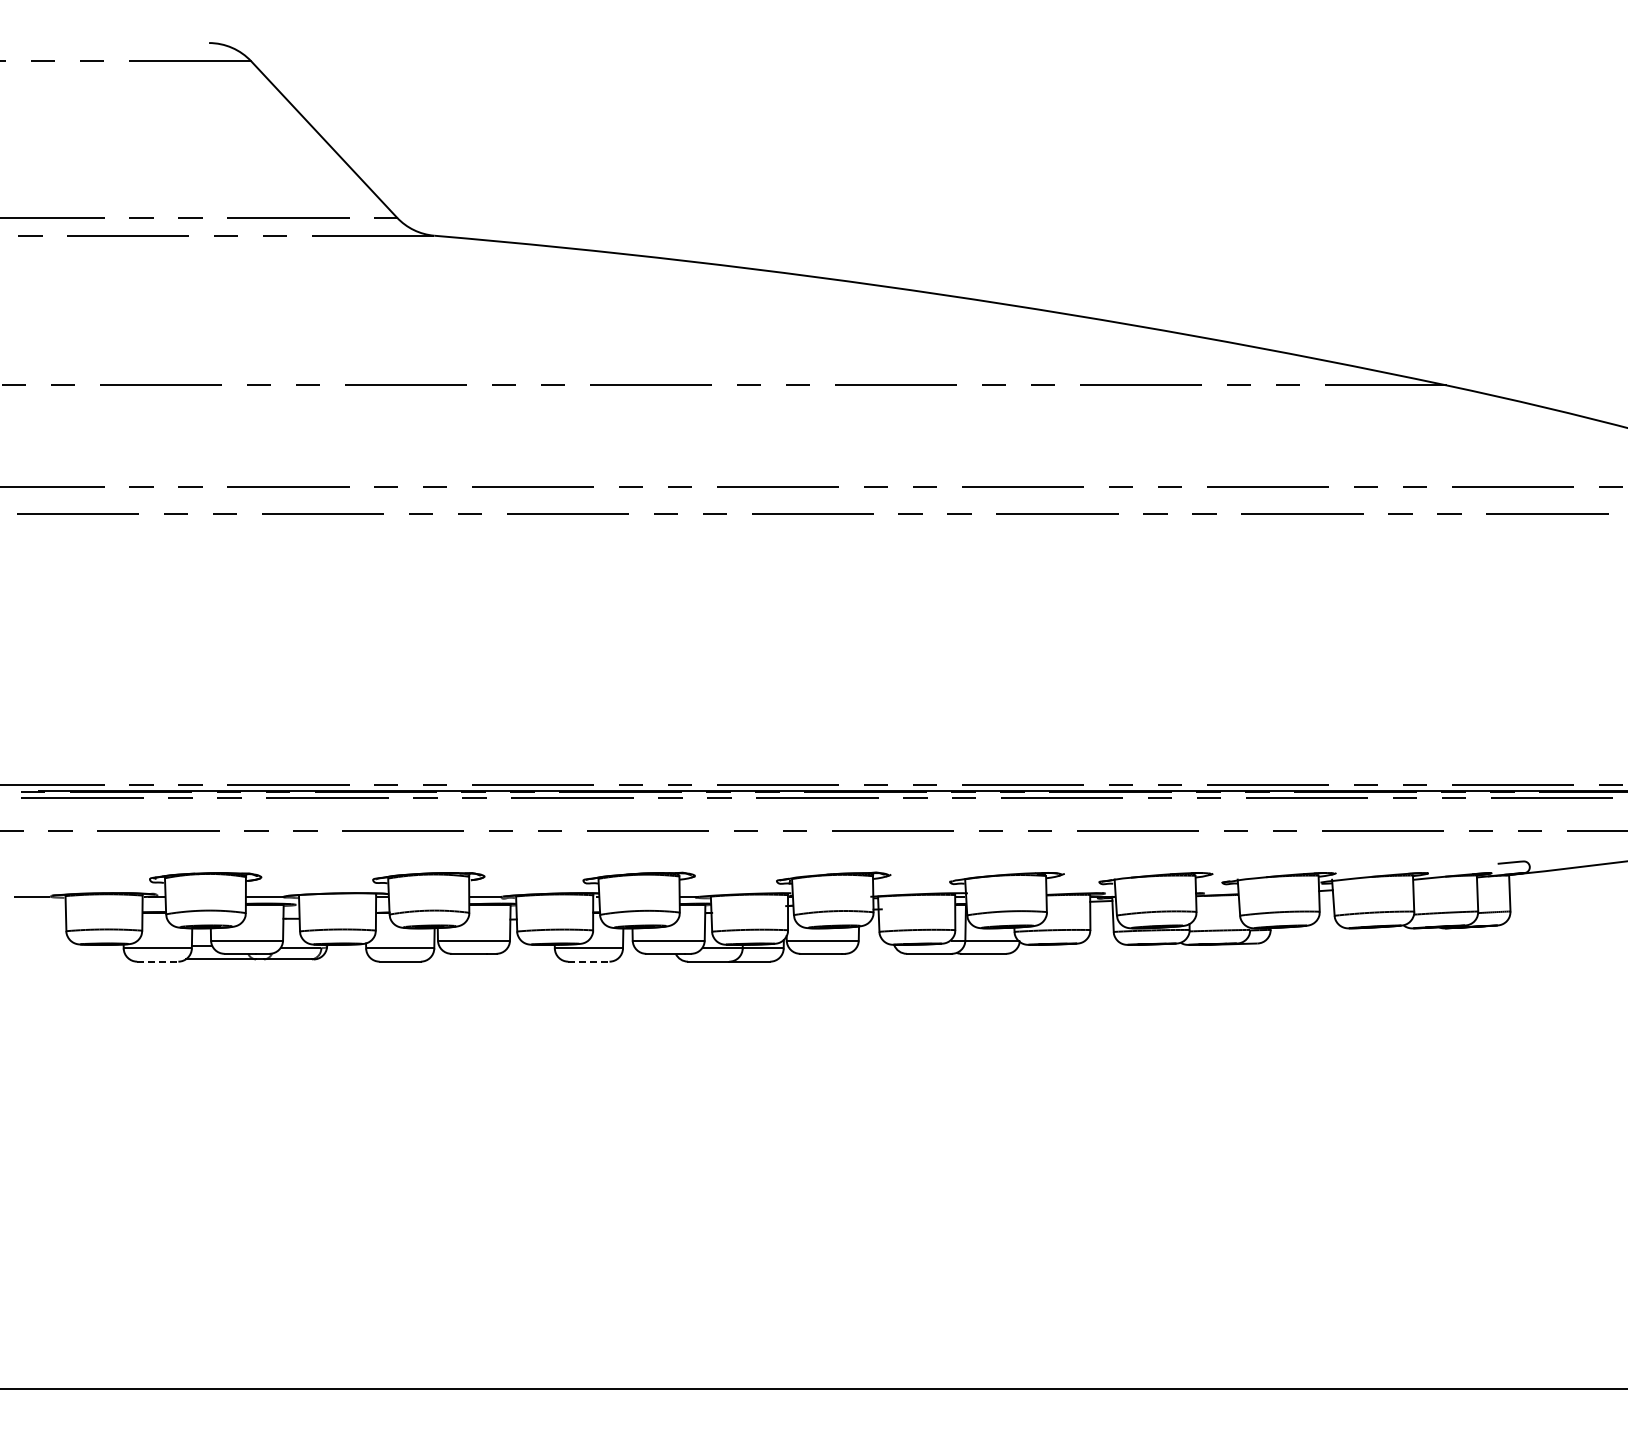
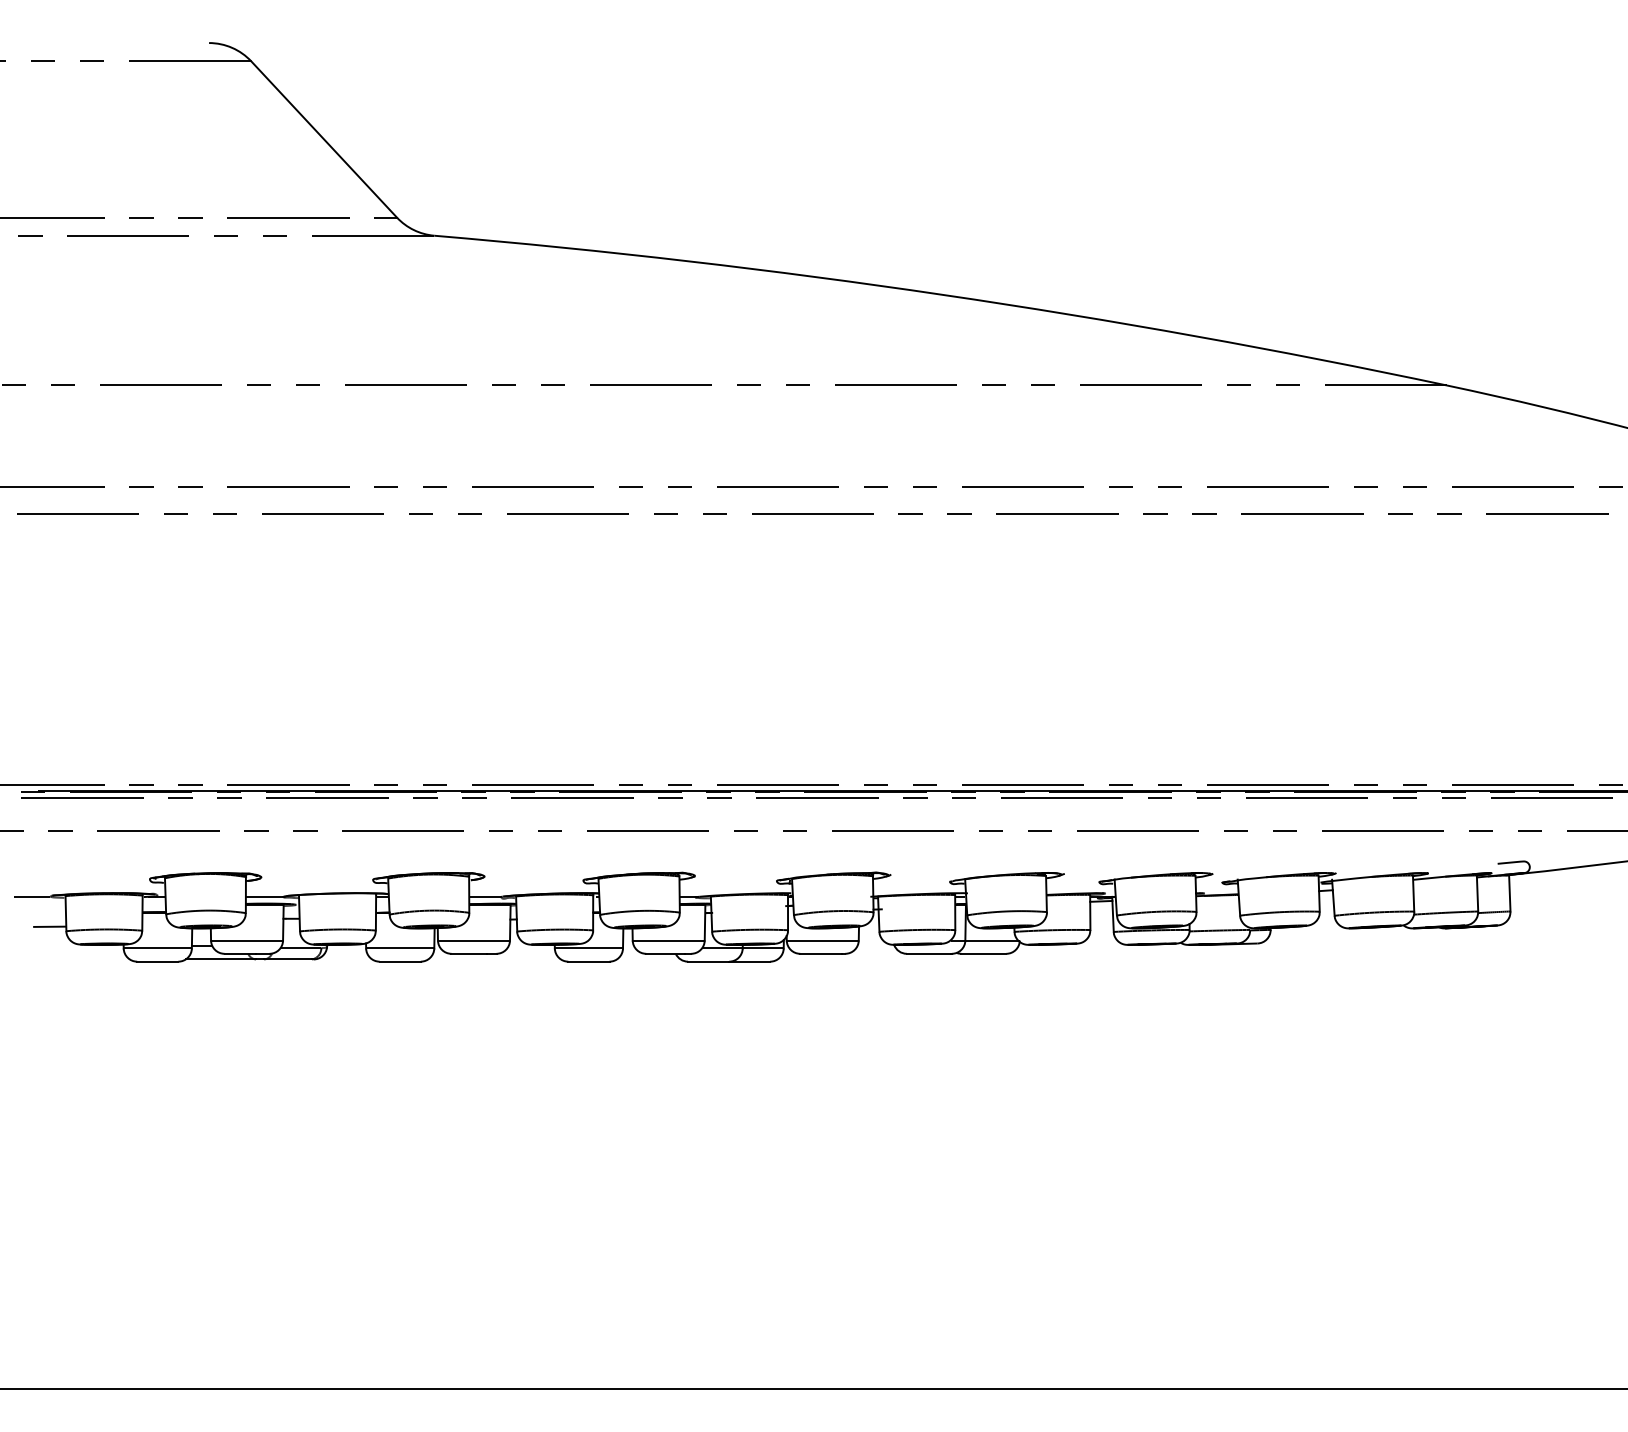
line at (50, 926): none -> present
line at (157, 961): dashed -> solid
line at (588, 961): dashed -> solid
